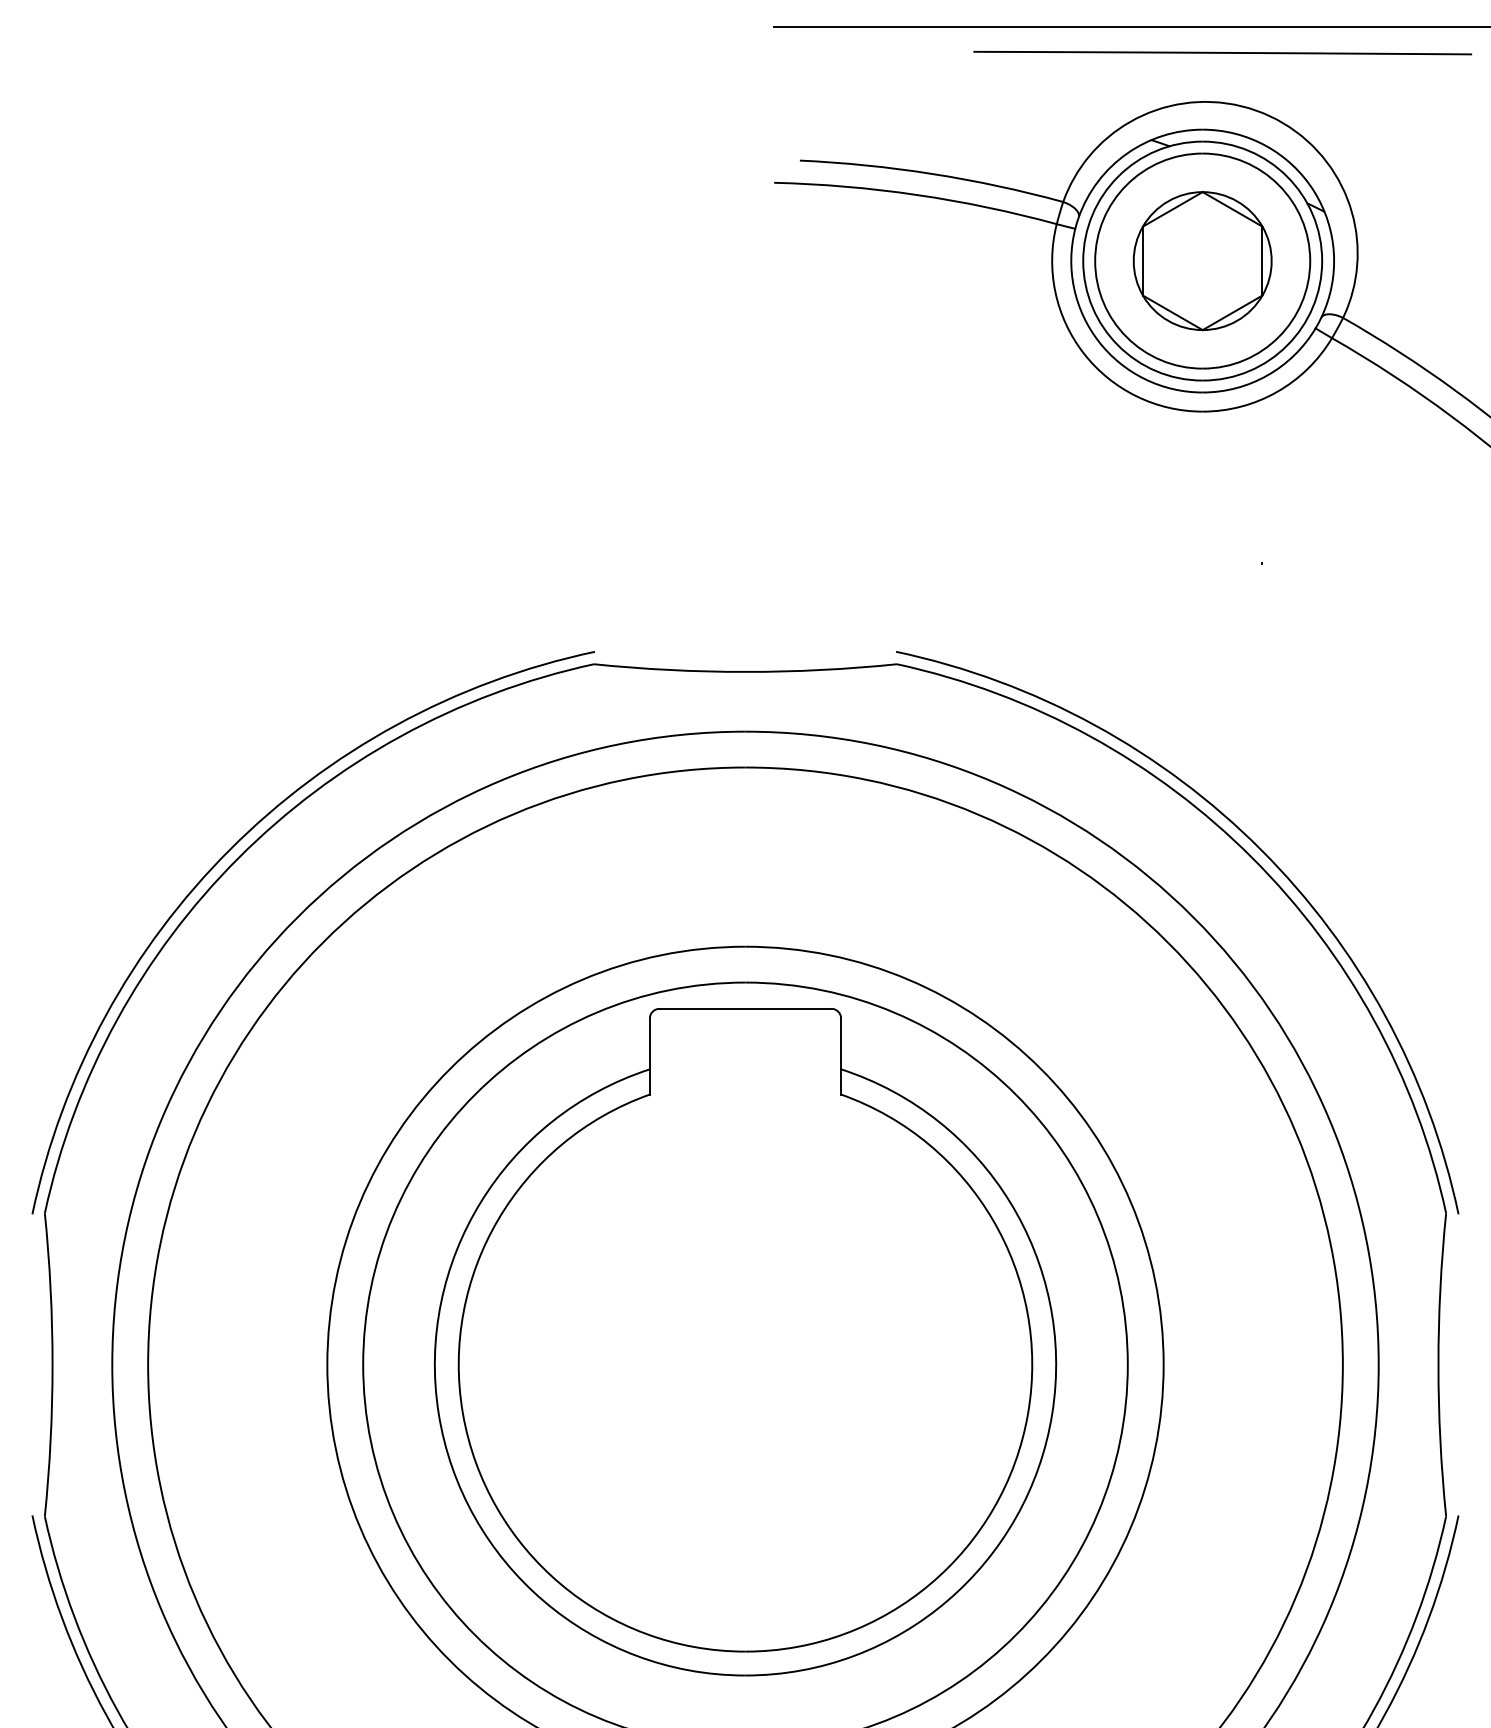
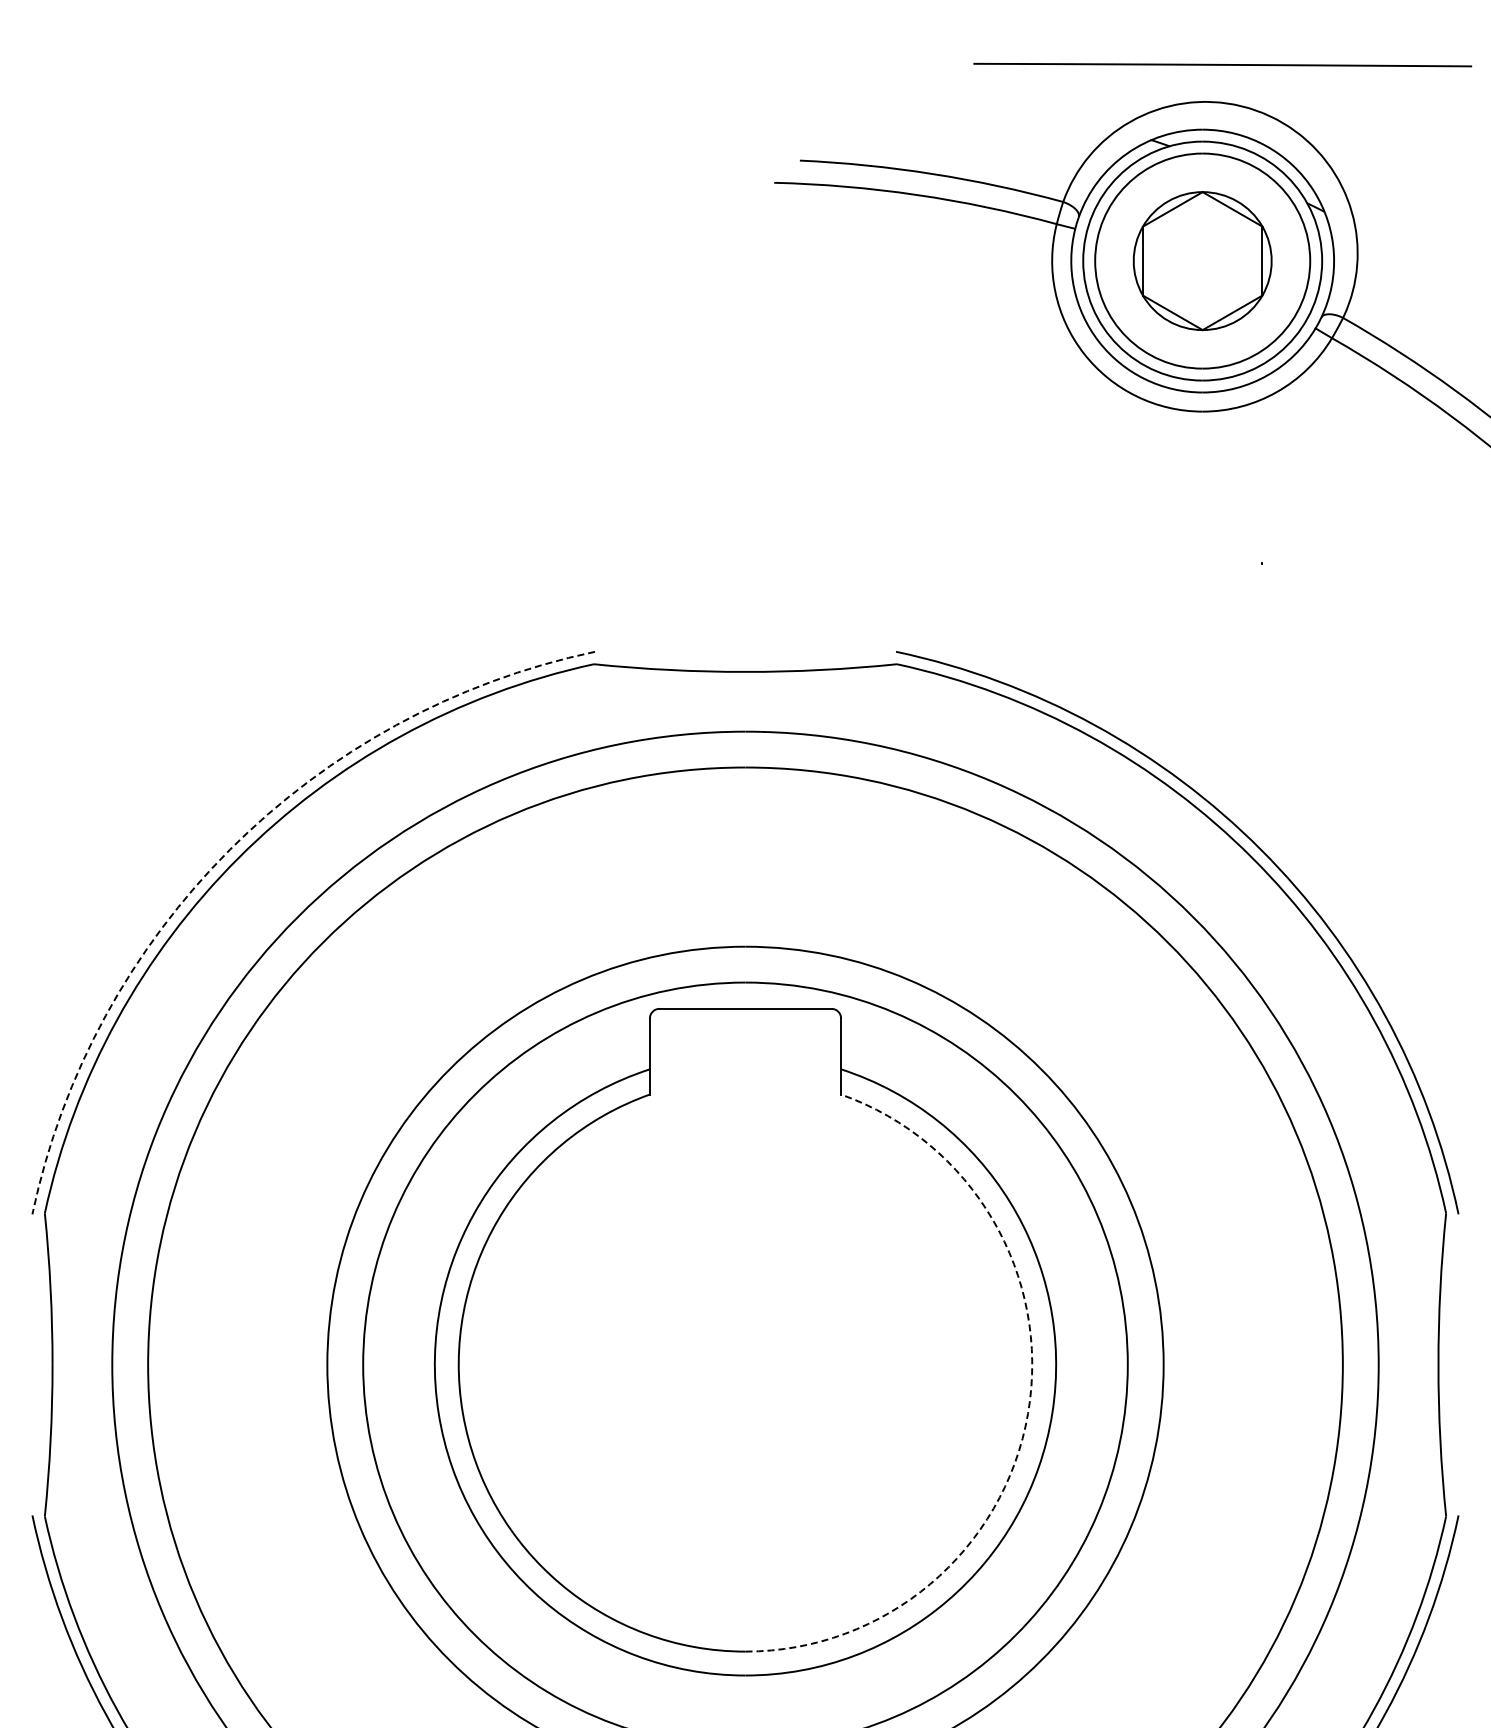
line at (1130, 26): present -> none
line at (1222, 52) position: (1222, 52) -> (1222, 64)
arc at (230, 849): solid -> dashed
arc at (1028, 1413): solid -> dashed
